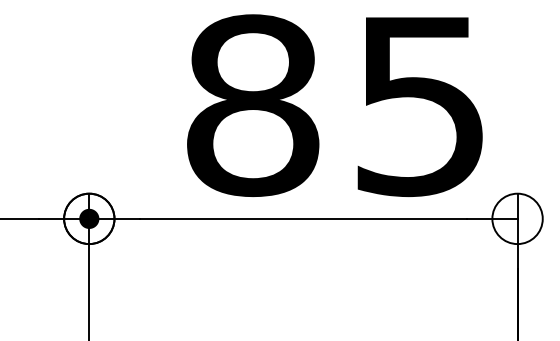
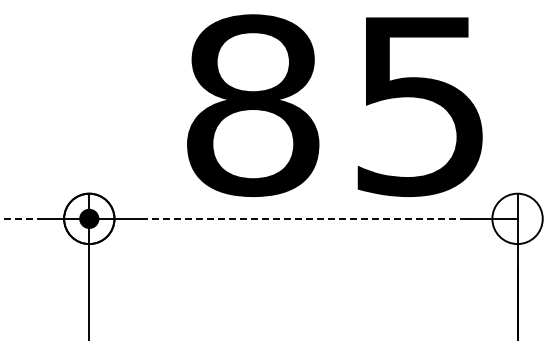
line at (19, 218): solid -> dashed
line at (303, 218): solid -> dashed
